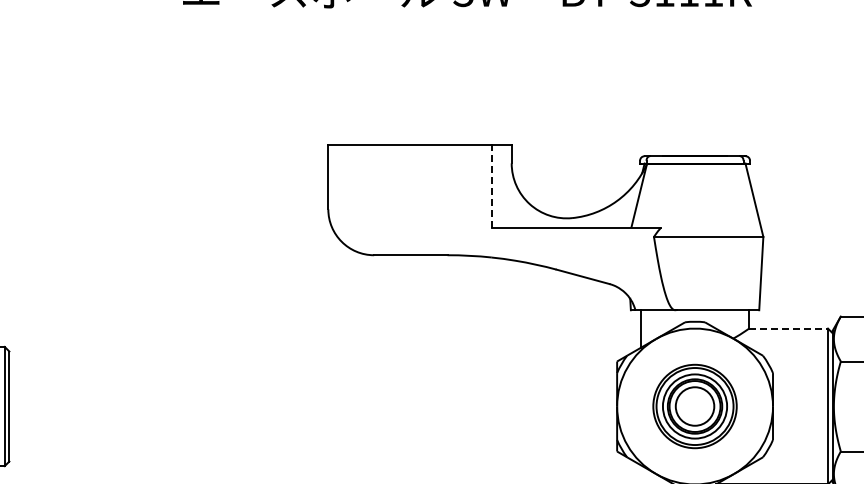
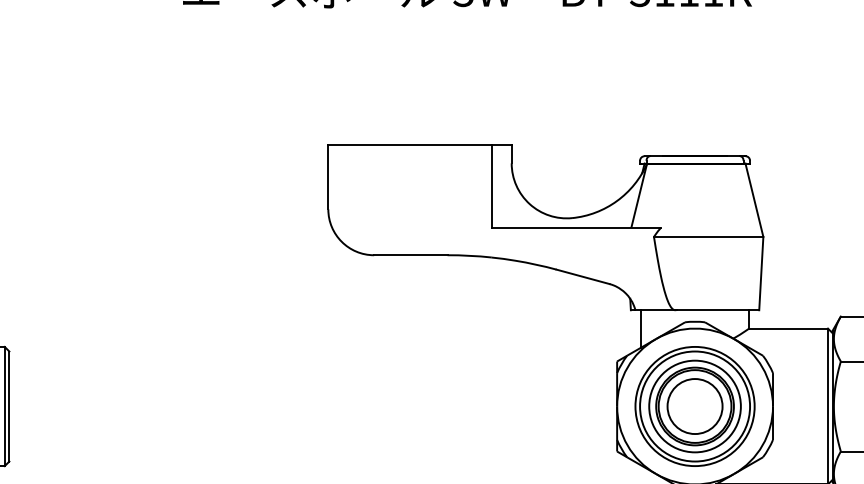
line at (491, 186): dashed -> solid
line at (789, 328): dashed -> solid
part at (694, 406) size: 86x87 px -> 122x121 px
